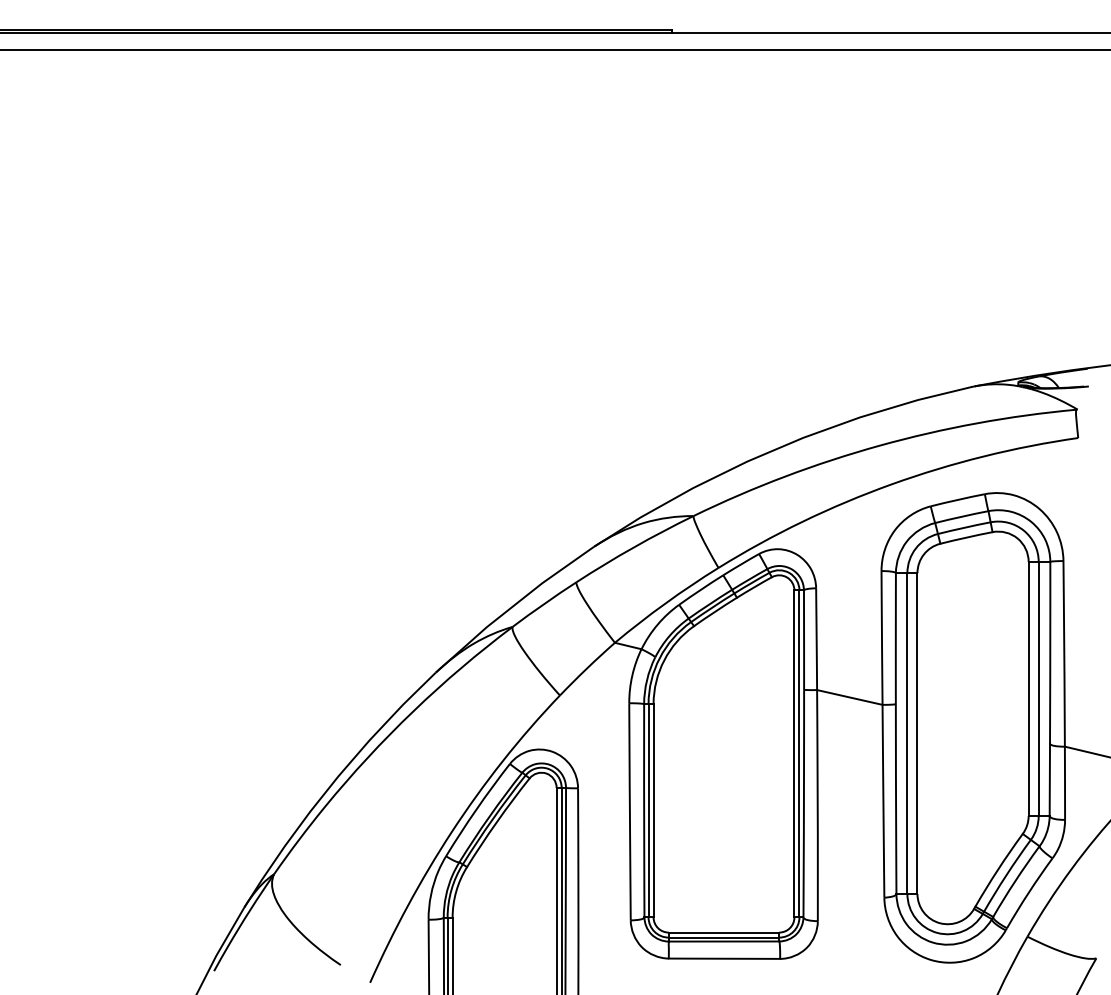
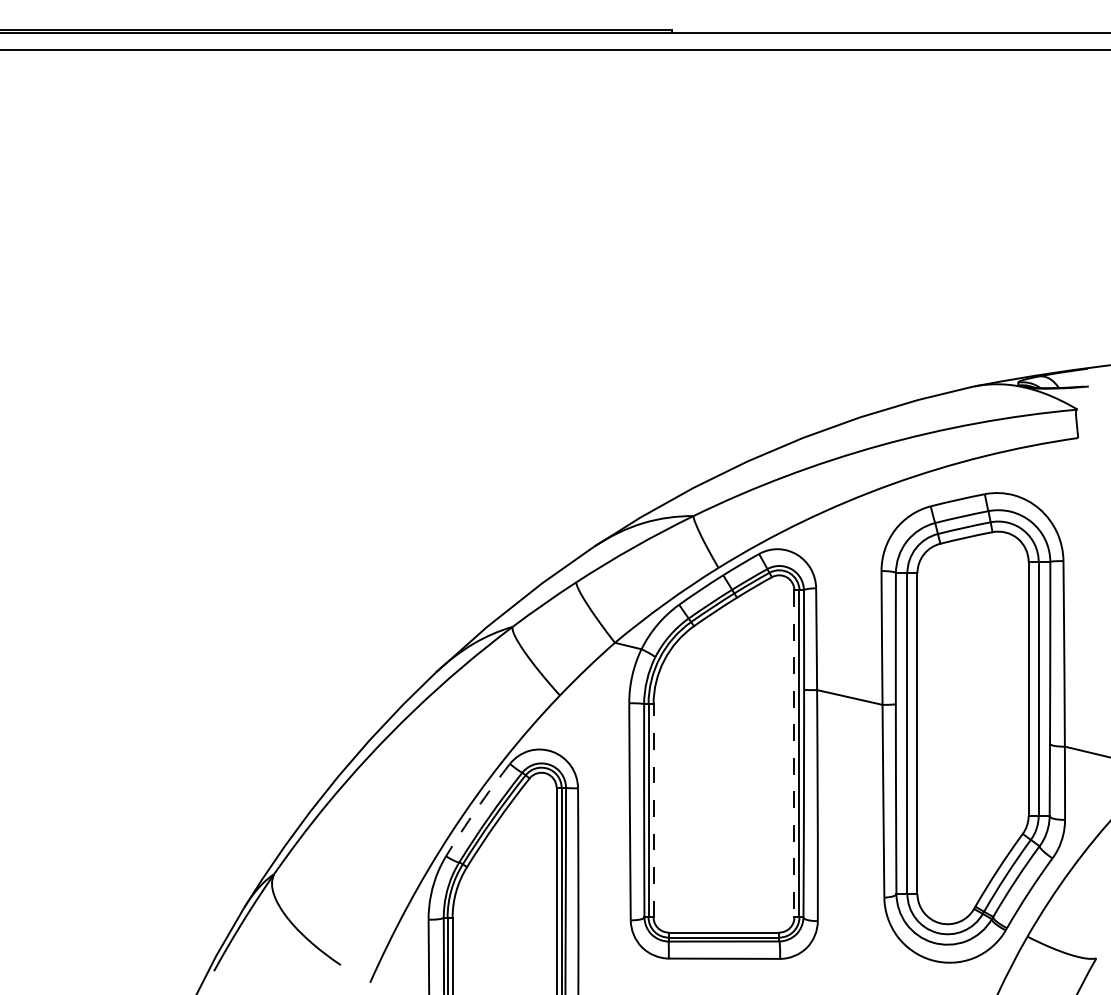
line at (794, 754): solid -> dashed
arc at (476, 809): solid -> dashed
line at (653, 810): solid -> dashed
